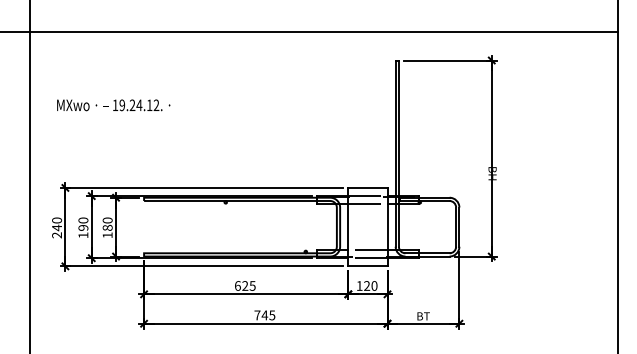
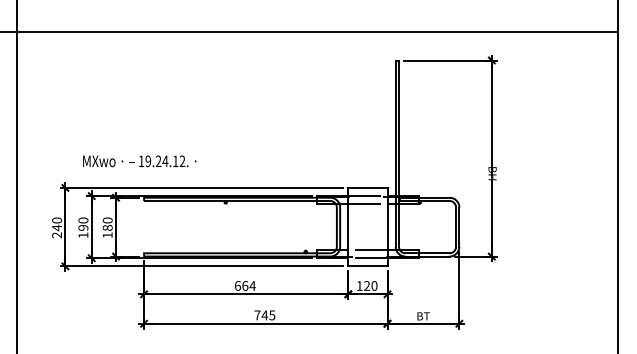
text at (113, 105) position: (113, 105) -> (139, 161)
line at (29, 176) position: (29, 176) -> (16, 176)
text at (248, 285): 625 -> 664
